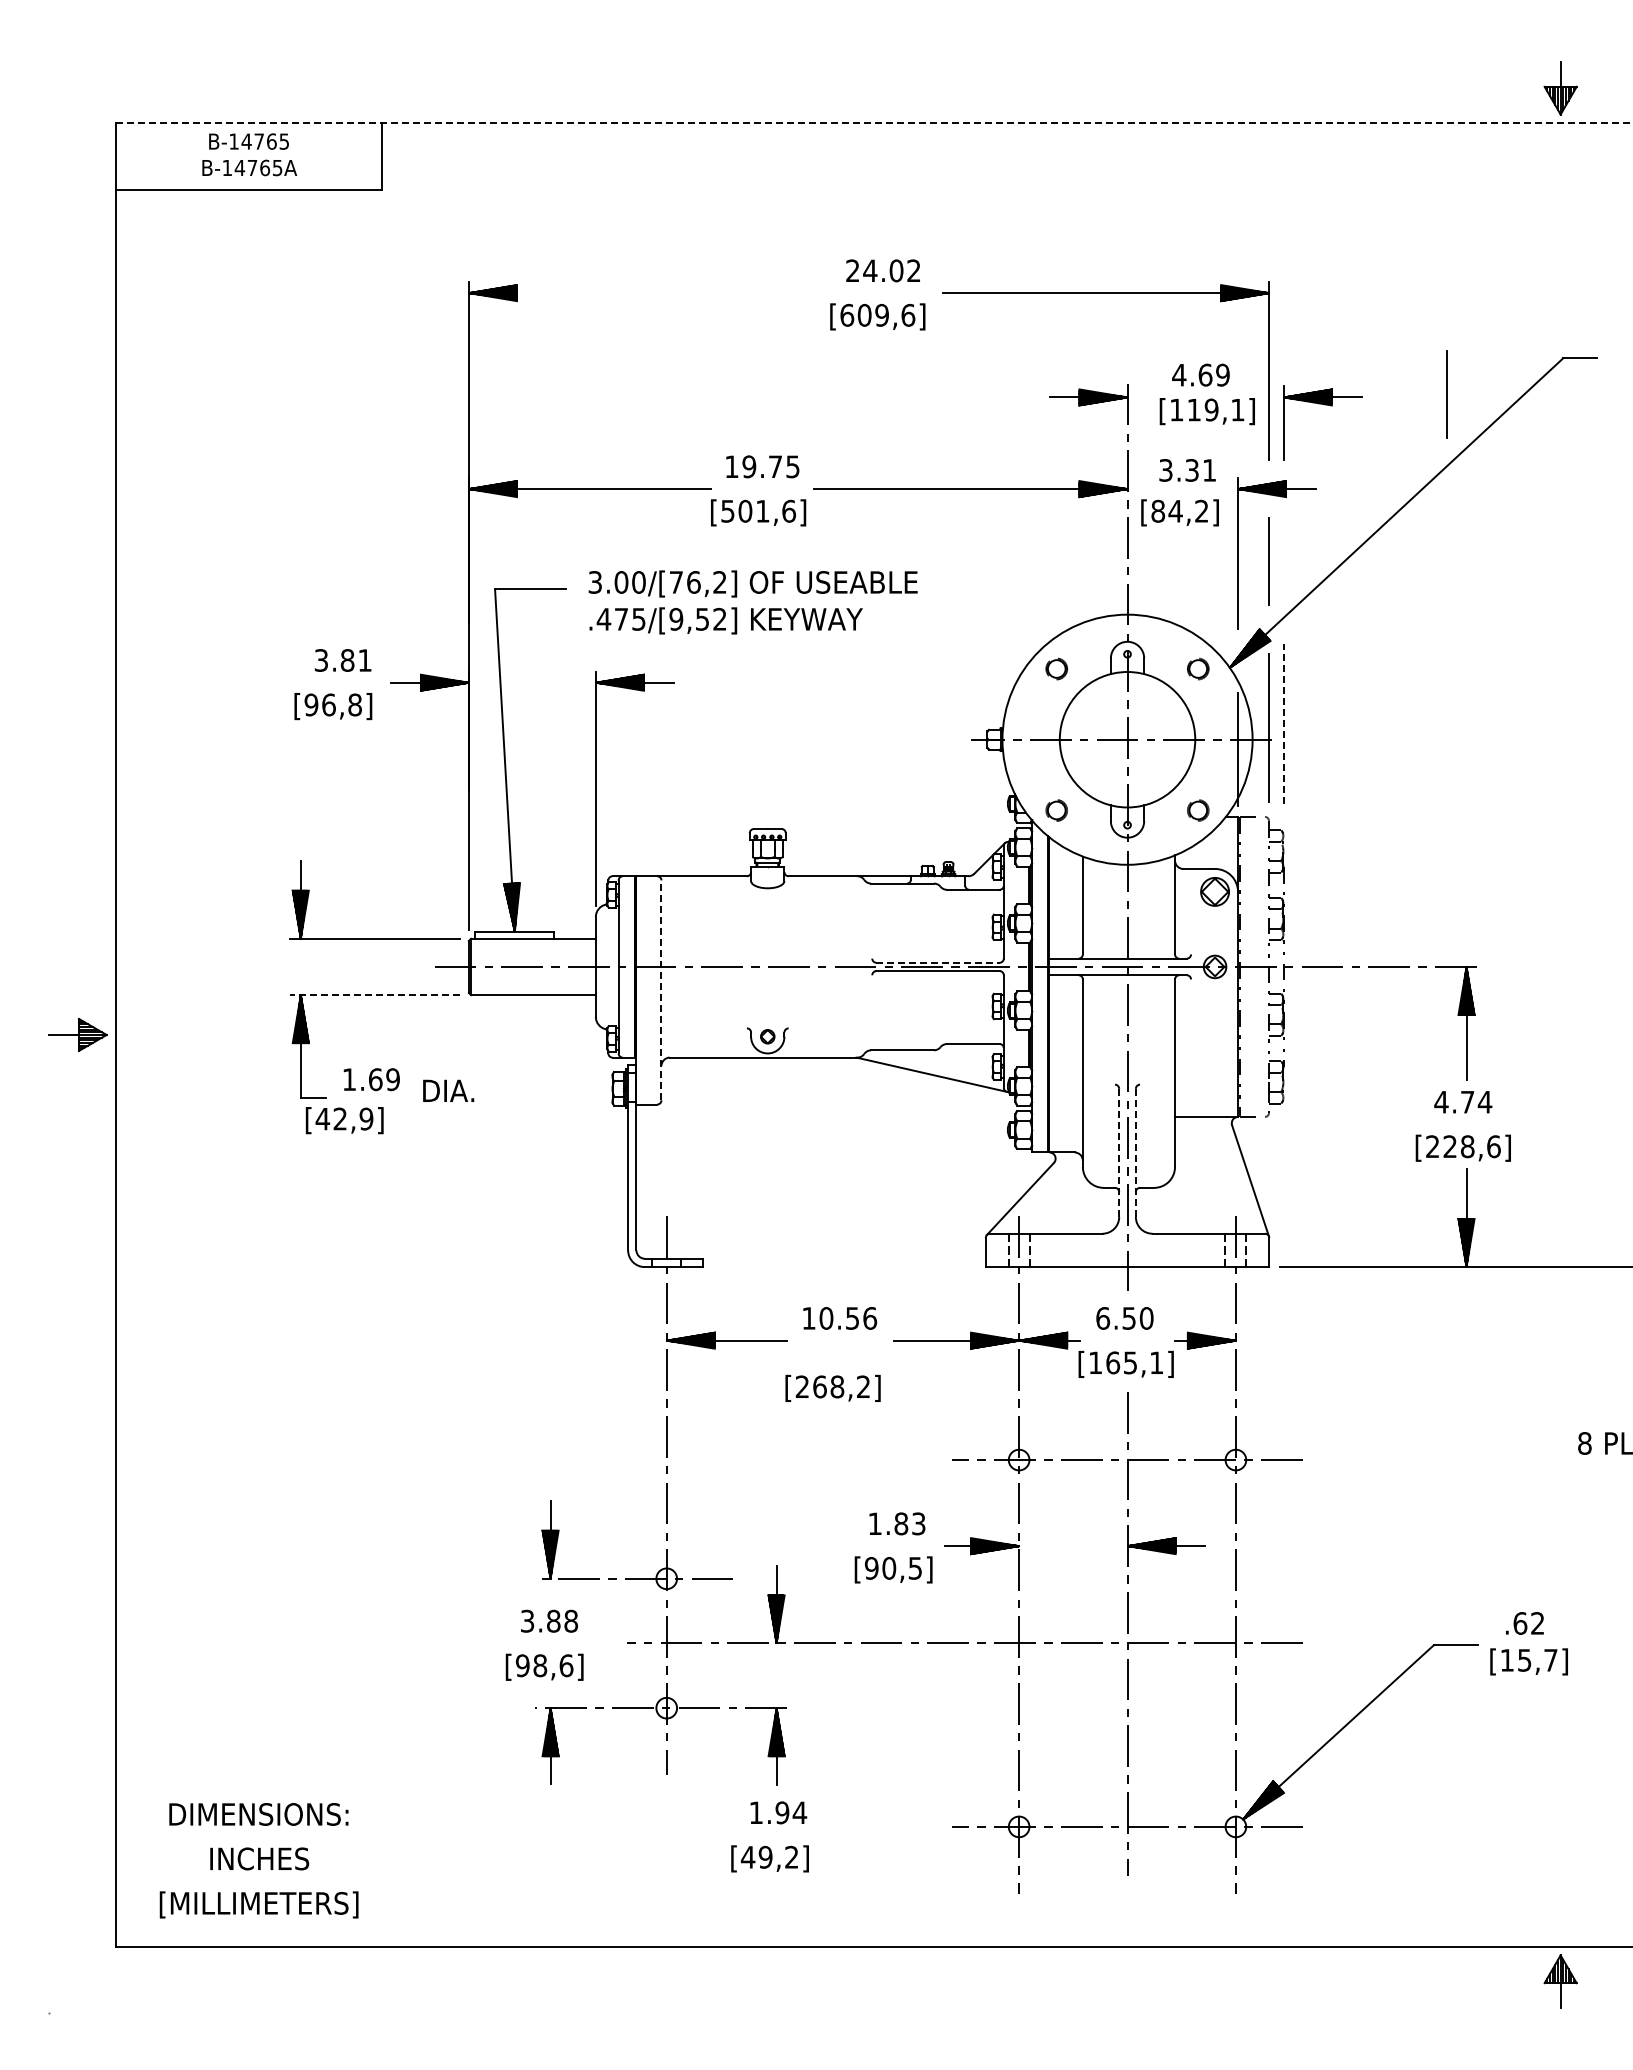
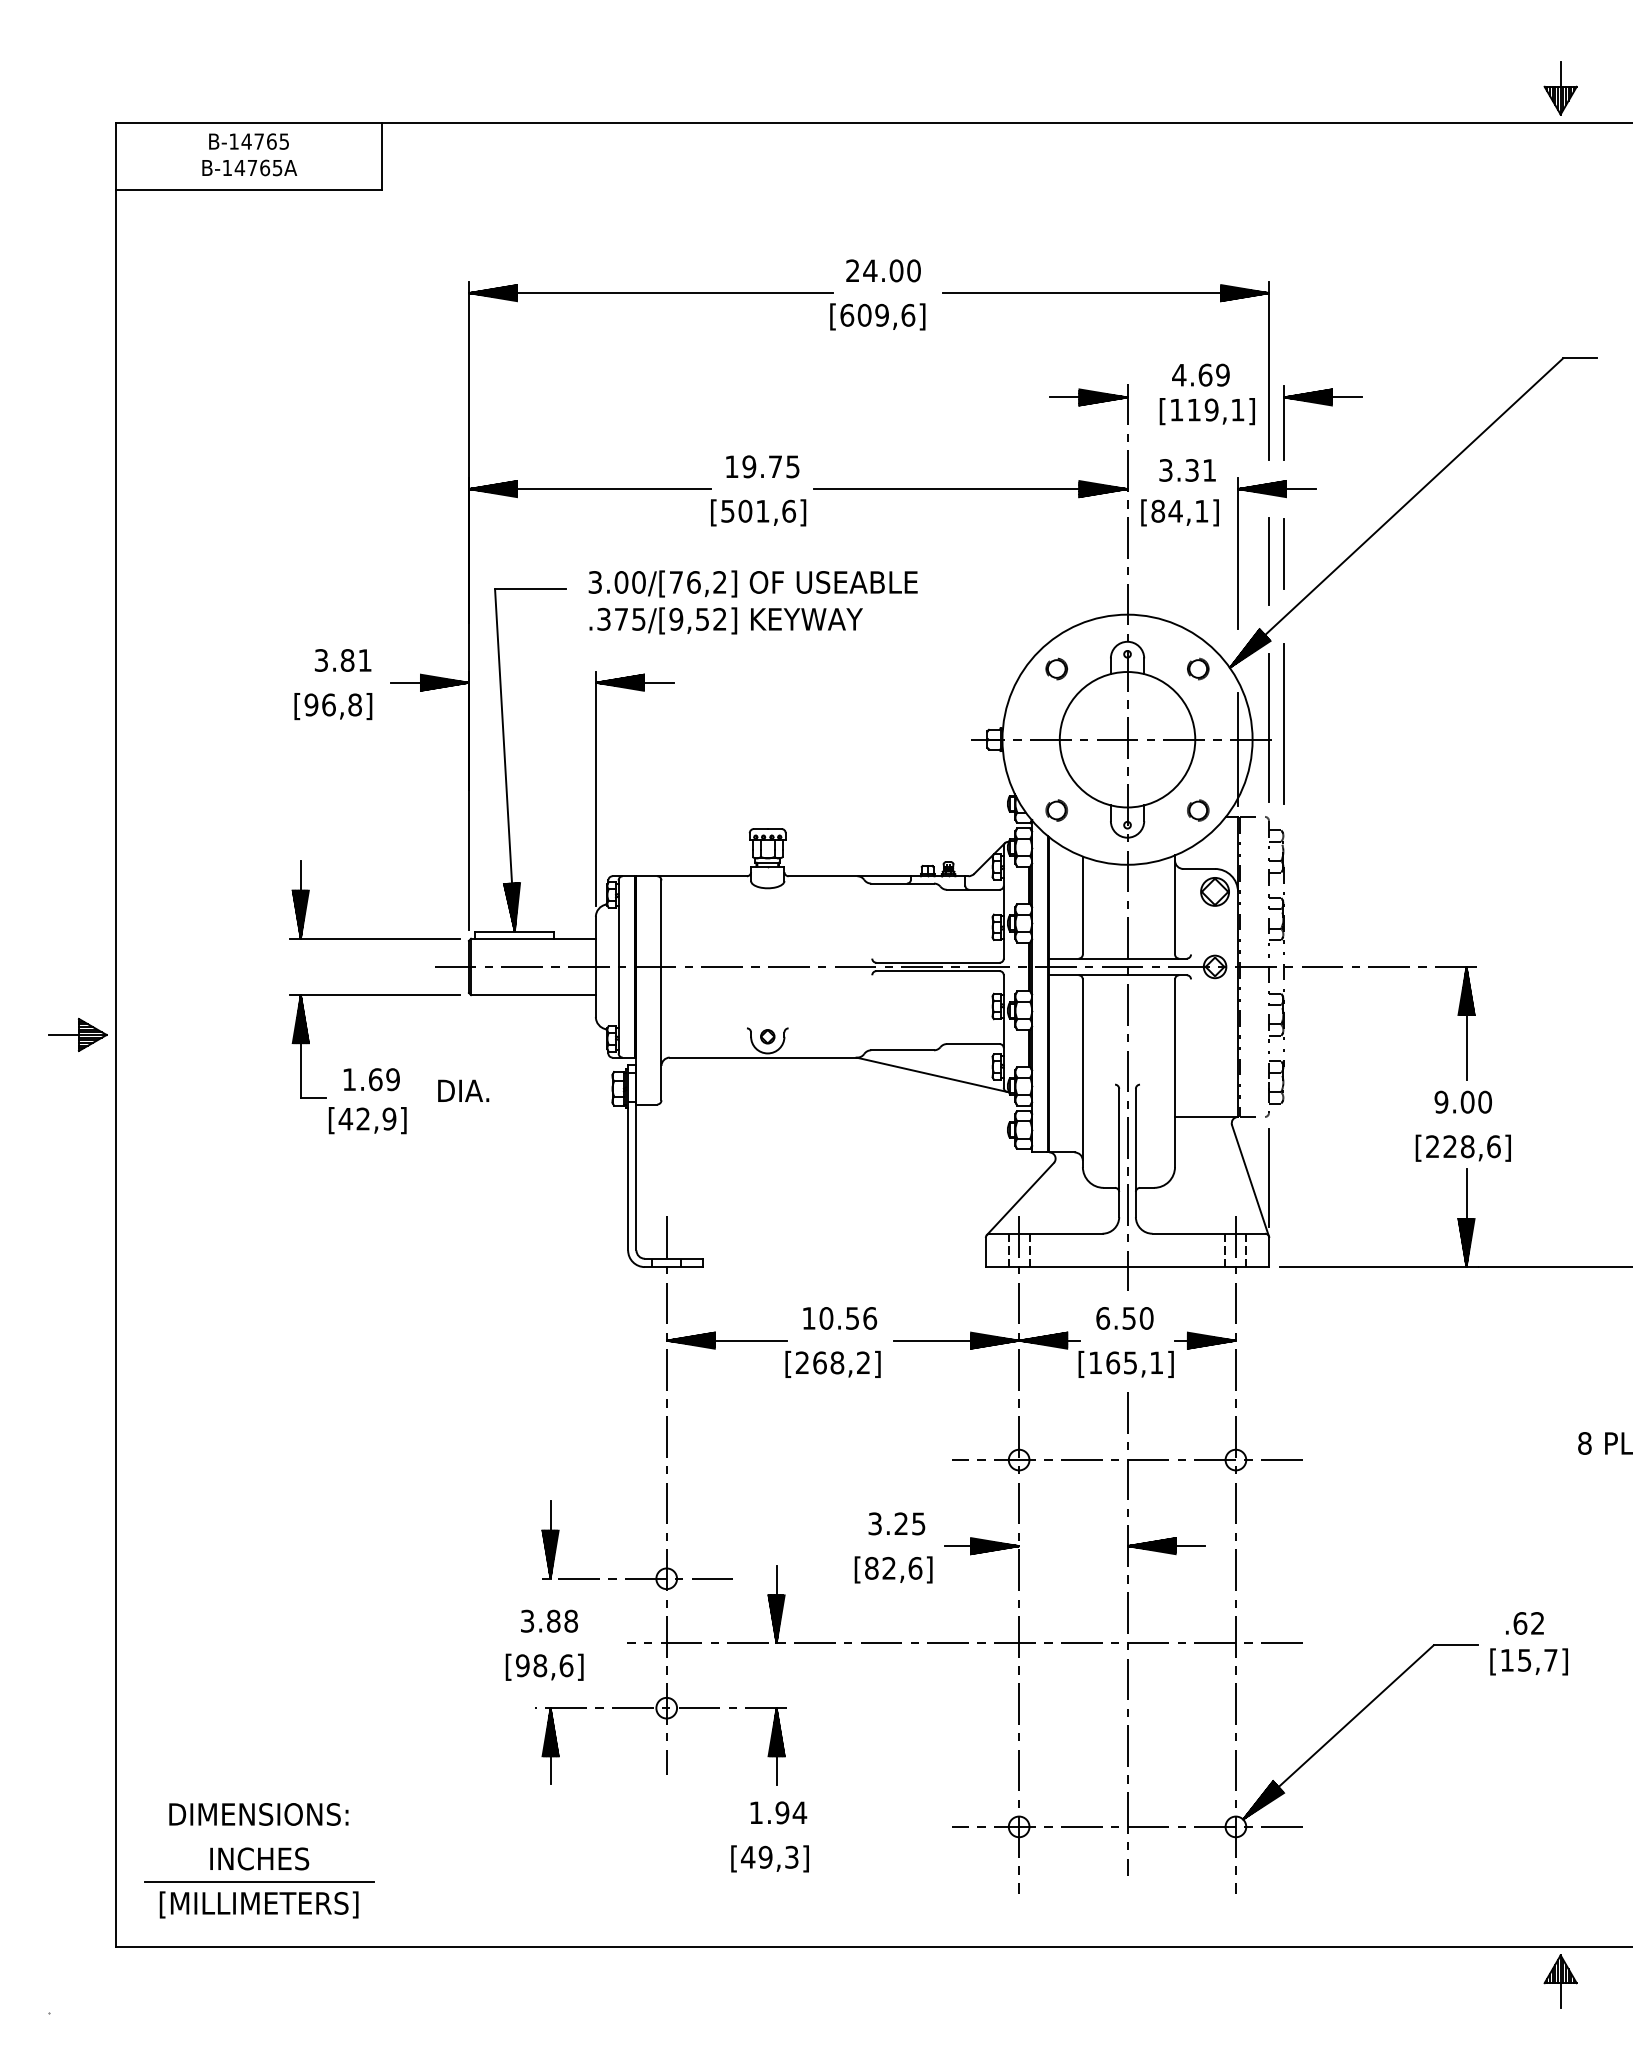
line at (874, 123): dashed -> solid
text at (913, 270): 24.02 -> 24.00
line at (650, 293): none -> present
line at (1446, 394): present -> none
text at (1201, 510): [84,2] -> [84,1]
line at (1283, 553): none -> present
text at (603, 618): .475/[9,52] -> .375/[9,52]
line at (1283, 723): dashed -> solid
line at (938, 962): dashed -> solid
line at (661, 990): dashed -> solid
line at (374, 995): dashed -> solid
text at (448, 1090) position: (448, 1090) -> (463, 1090)
text at (1463, 1101): 4.74 -> 9.00
text at (344, 1120) position: (344, 1120) -> (367, 1120)
line at (1119, 1152): dashed -> solid
line at (1135, 1152): dashed -> solid
line at (1269, 1177): none -> present
text at (832, 1387) position: (832, 1387) -> (832, 1363)
text at (896, 1523): 1.83 -> 3.25
text at (893, 1567): [90,5] -> [82,6]
text at (791, 1857): [49,2] -> [49,3]
line at (258, 1882): none -> present
